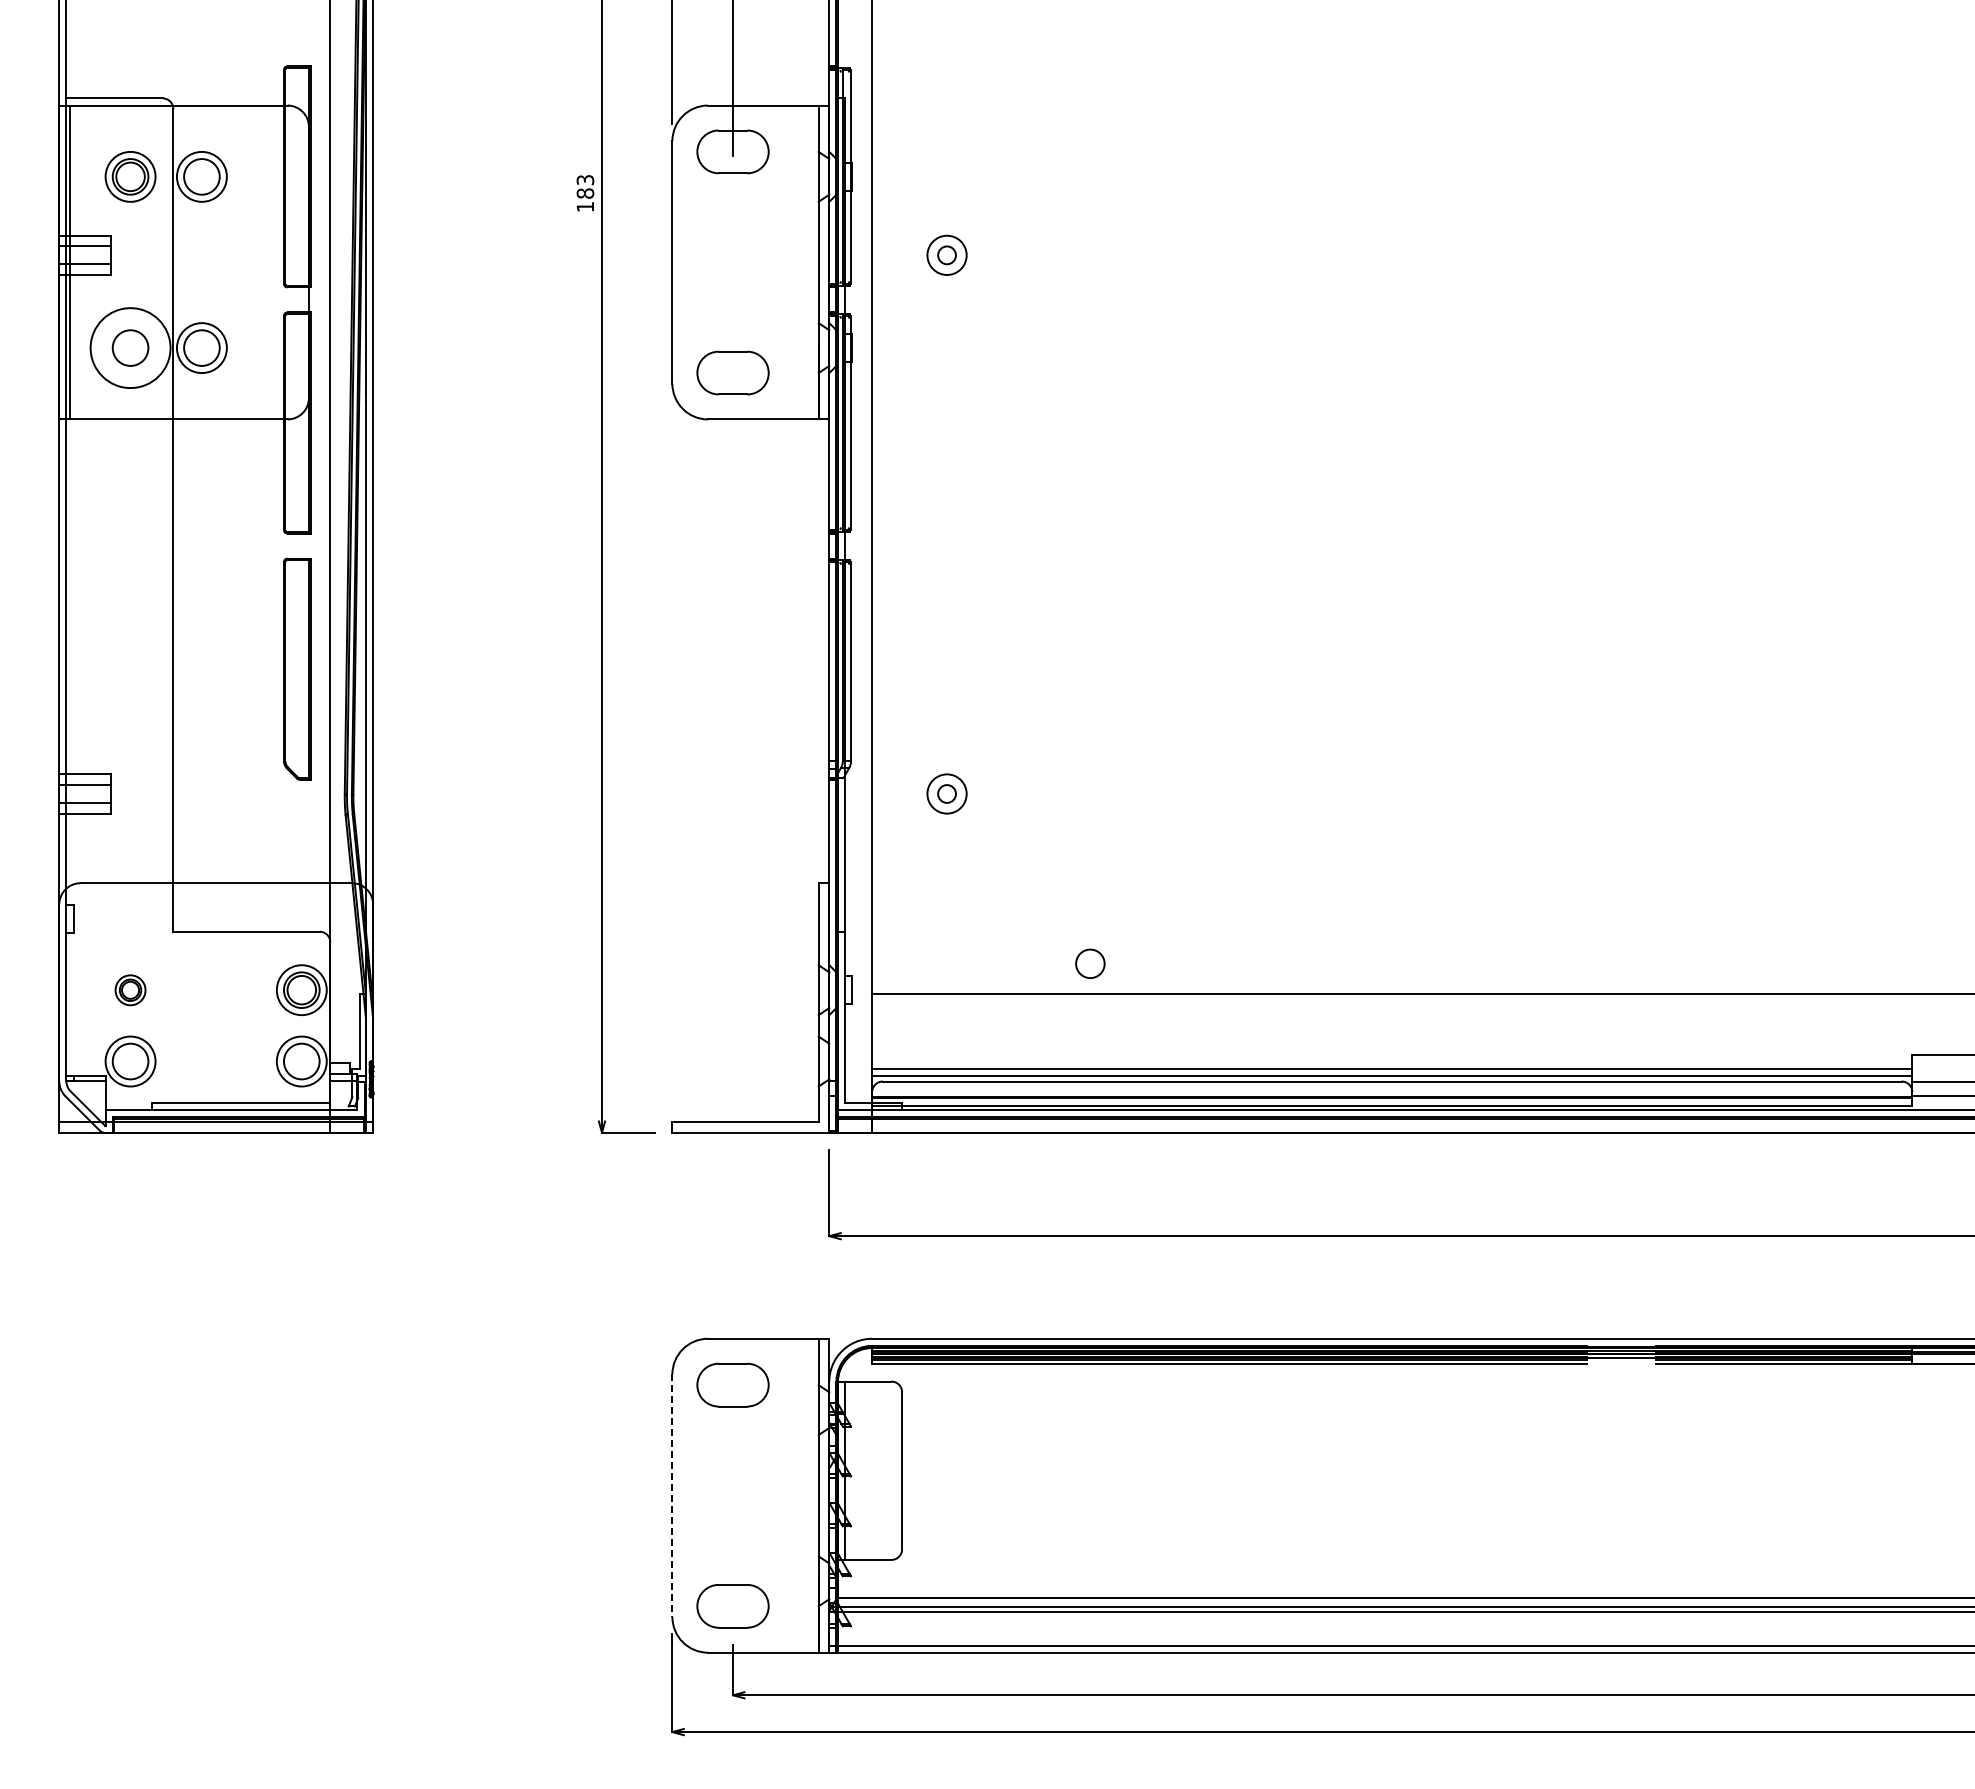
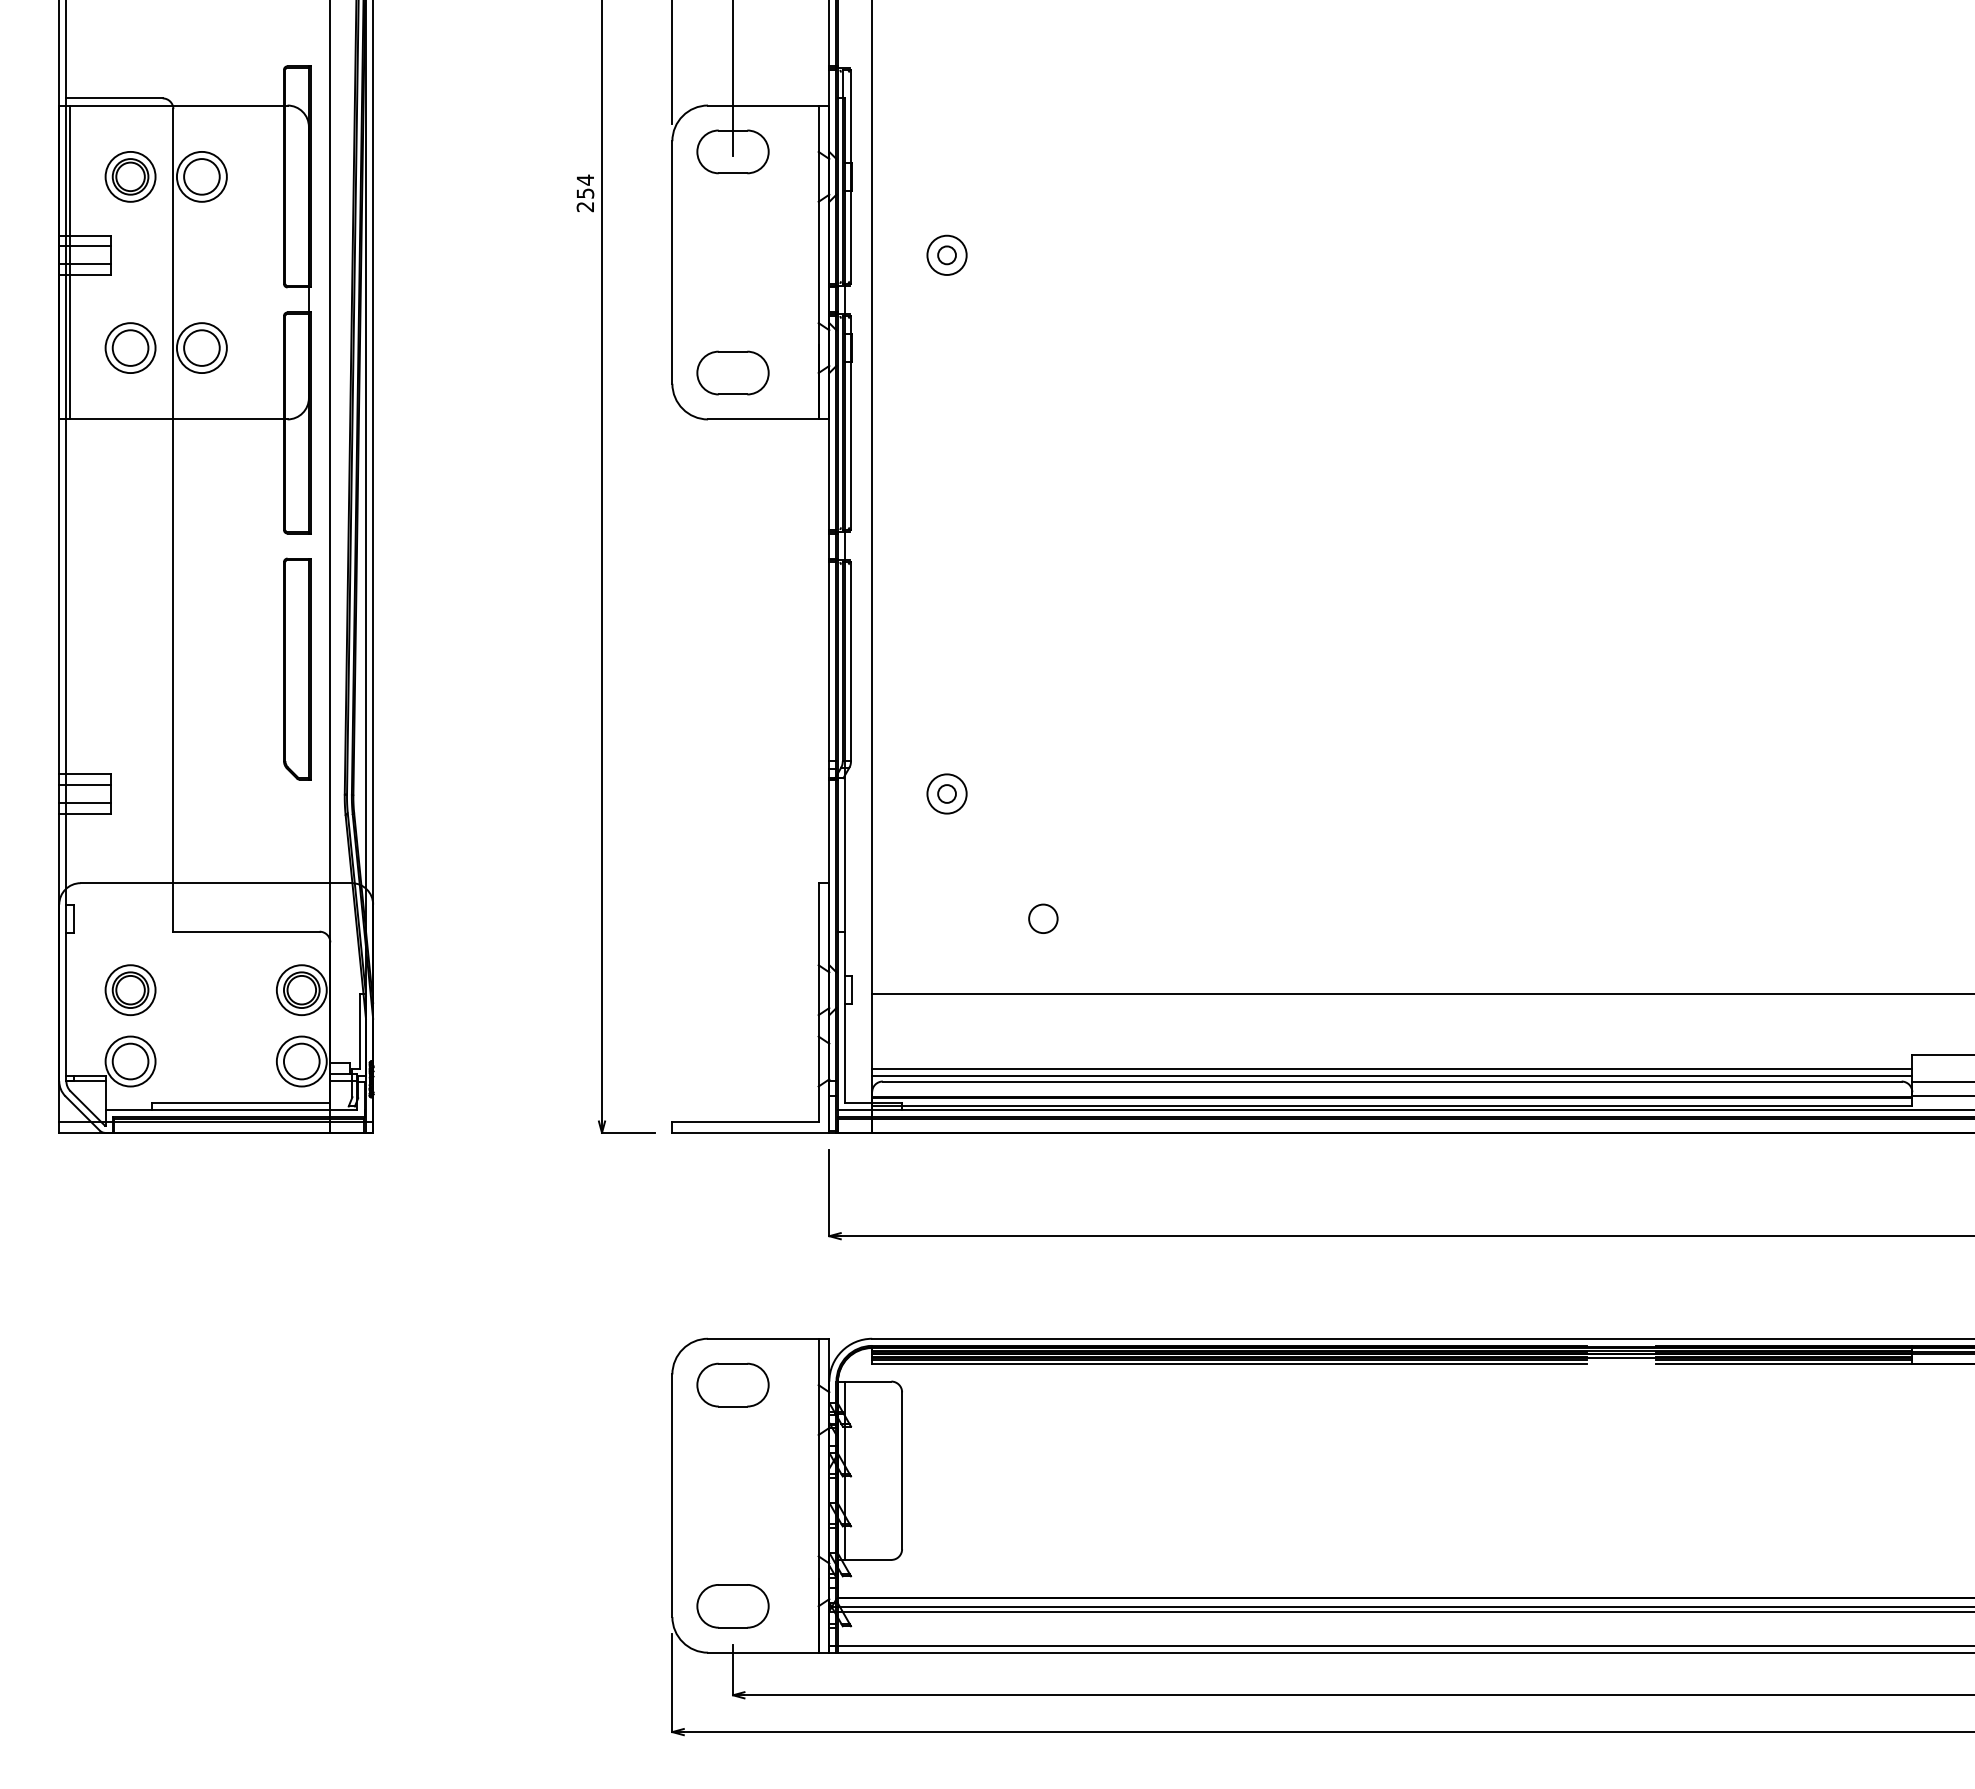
text at (585, 193): 183 -> 254
circle at (130, 348) diameter: 80 px -> 50 px
circle at (1090, 963) position: (1090, 963) -> (1043, 918)
part at (130, 990) size: 33x33 px -> 53x53 px
line at (672, 1496): dashed -> solid
